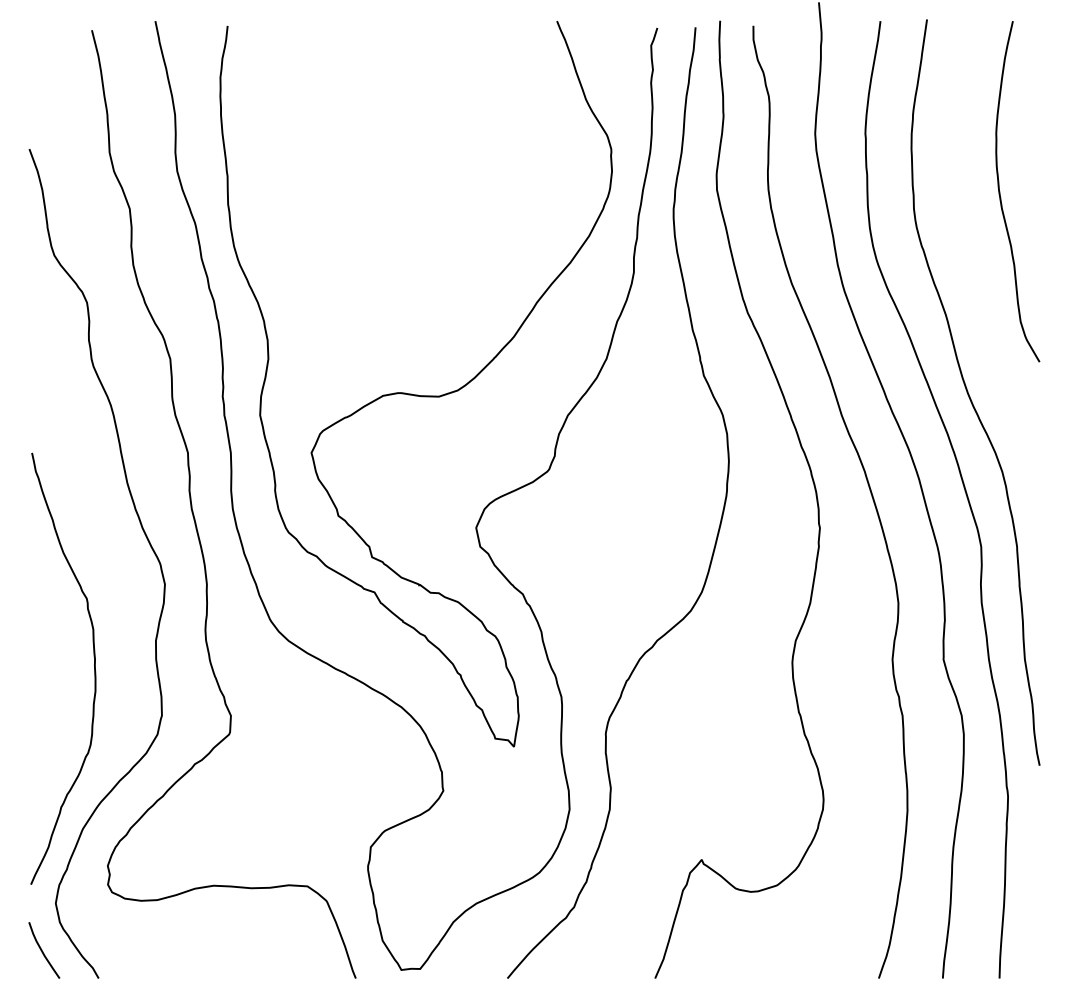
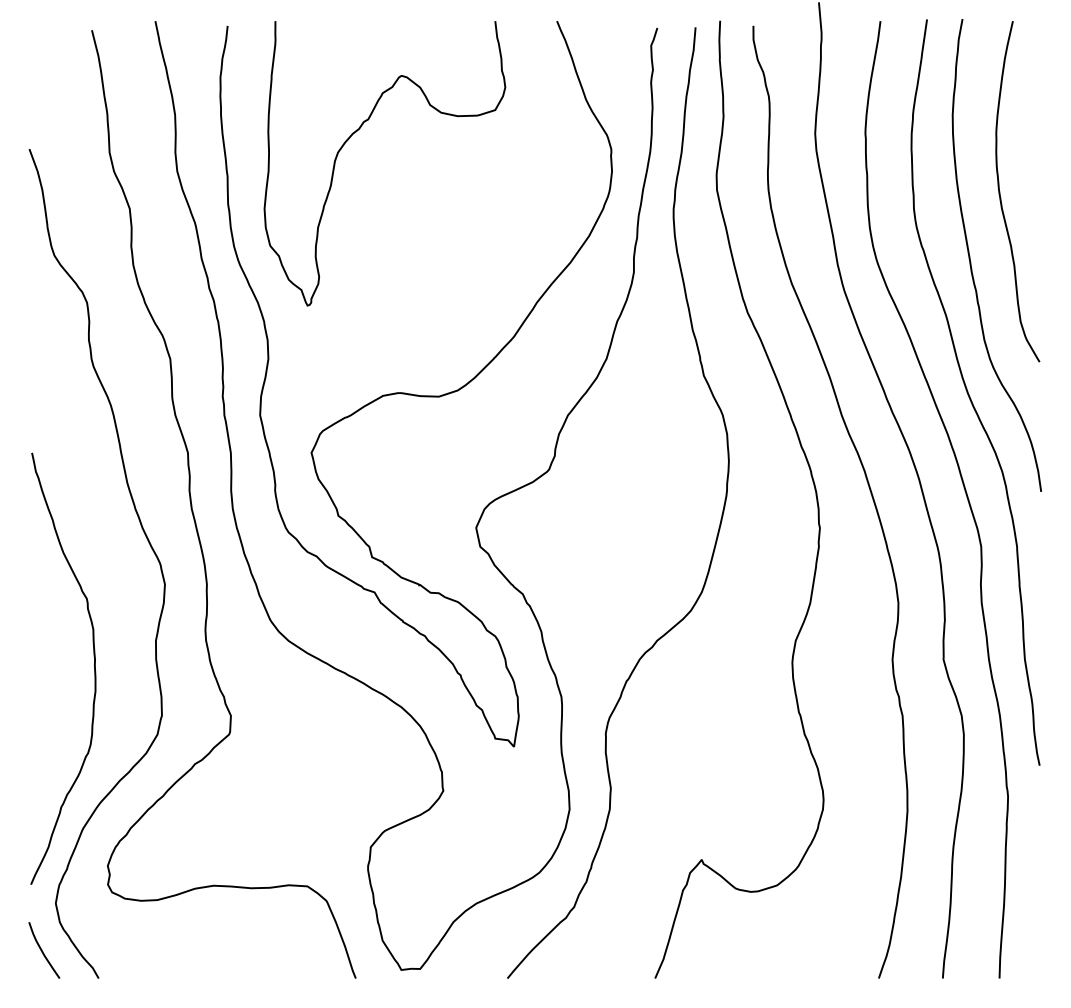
curve at (356, 132): none -> present
curve at (971, 262): none -> present
